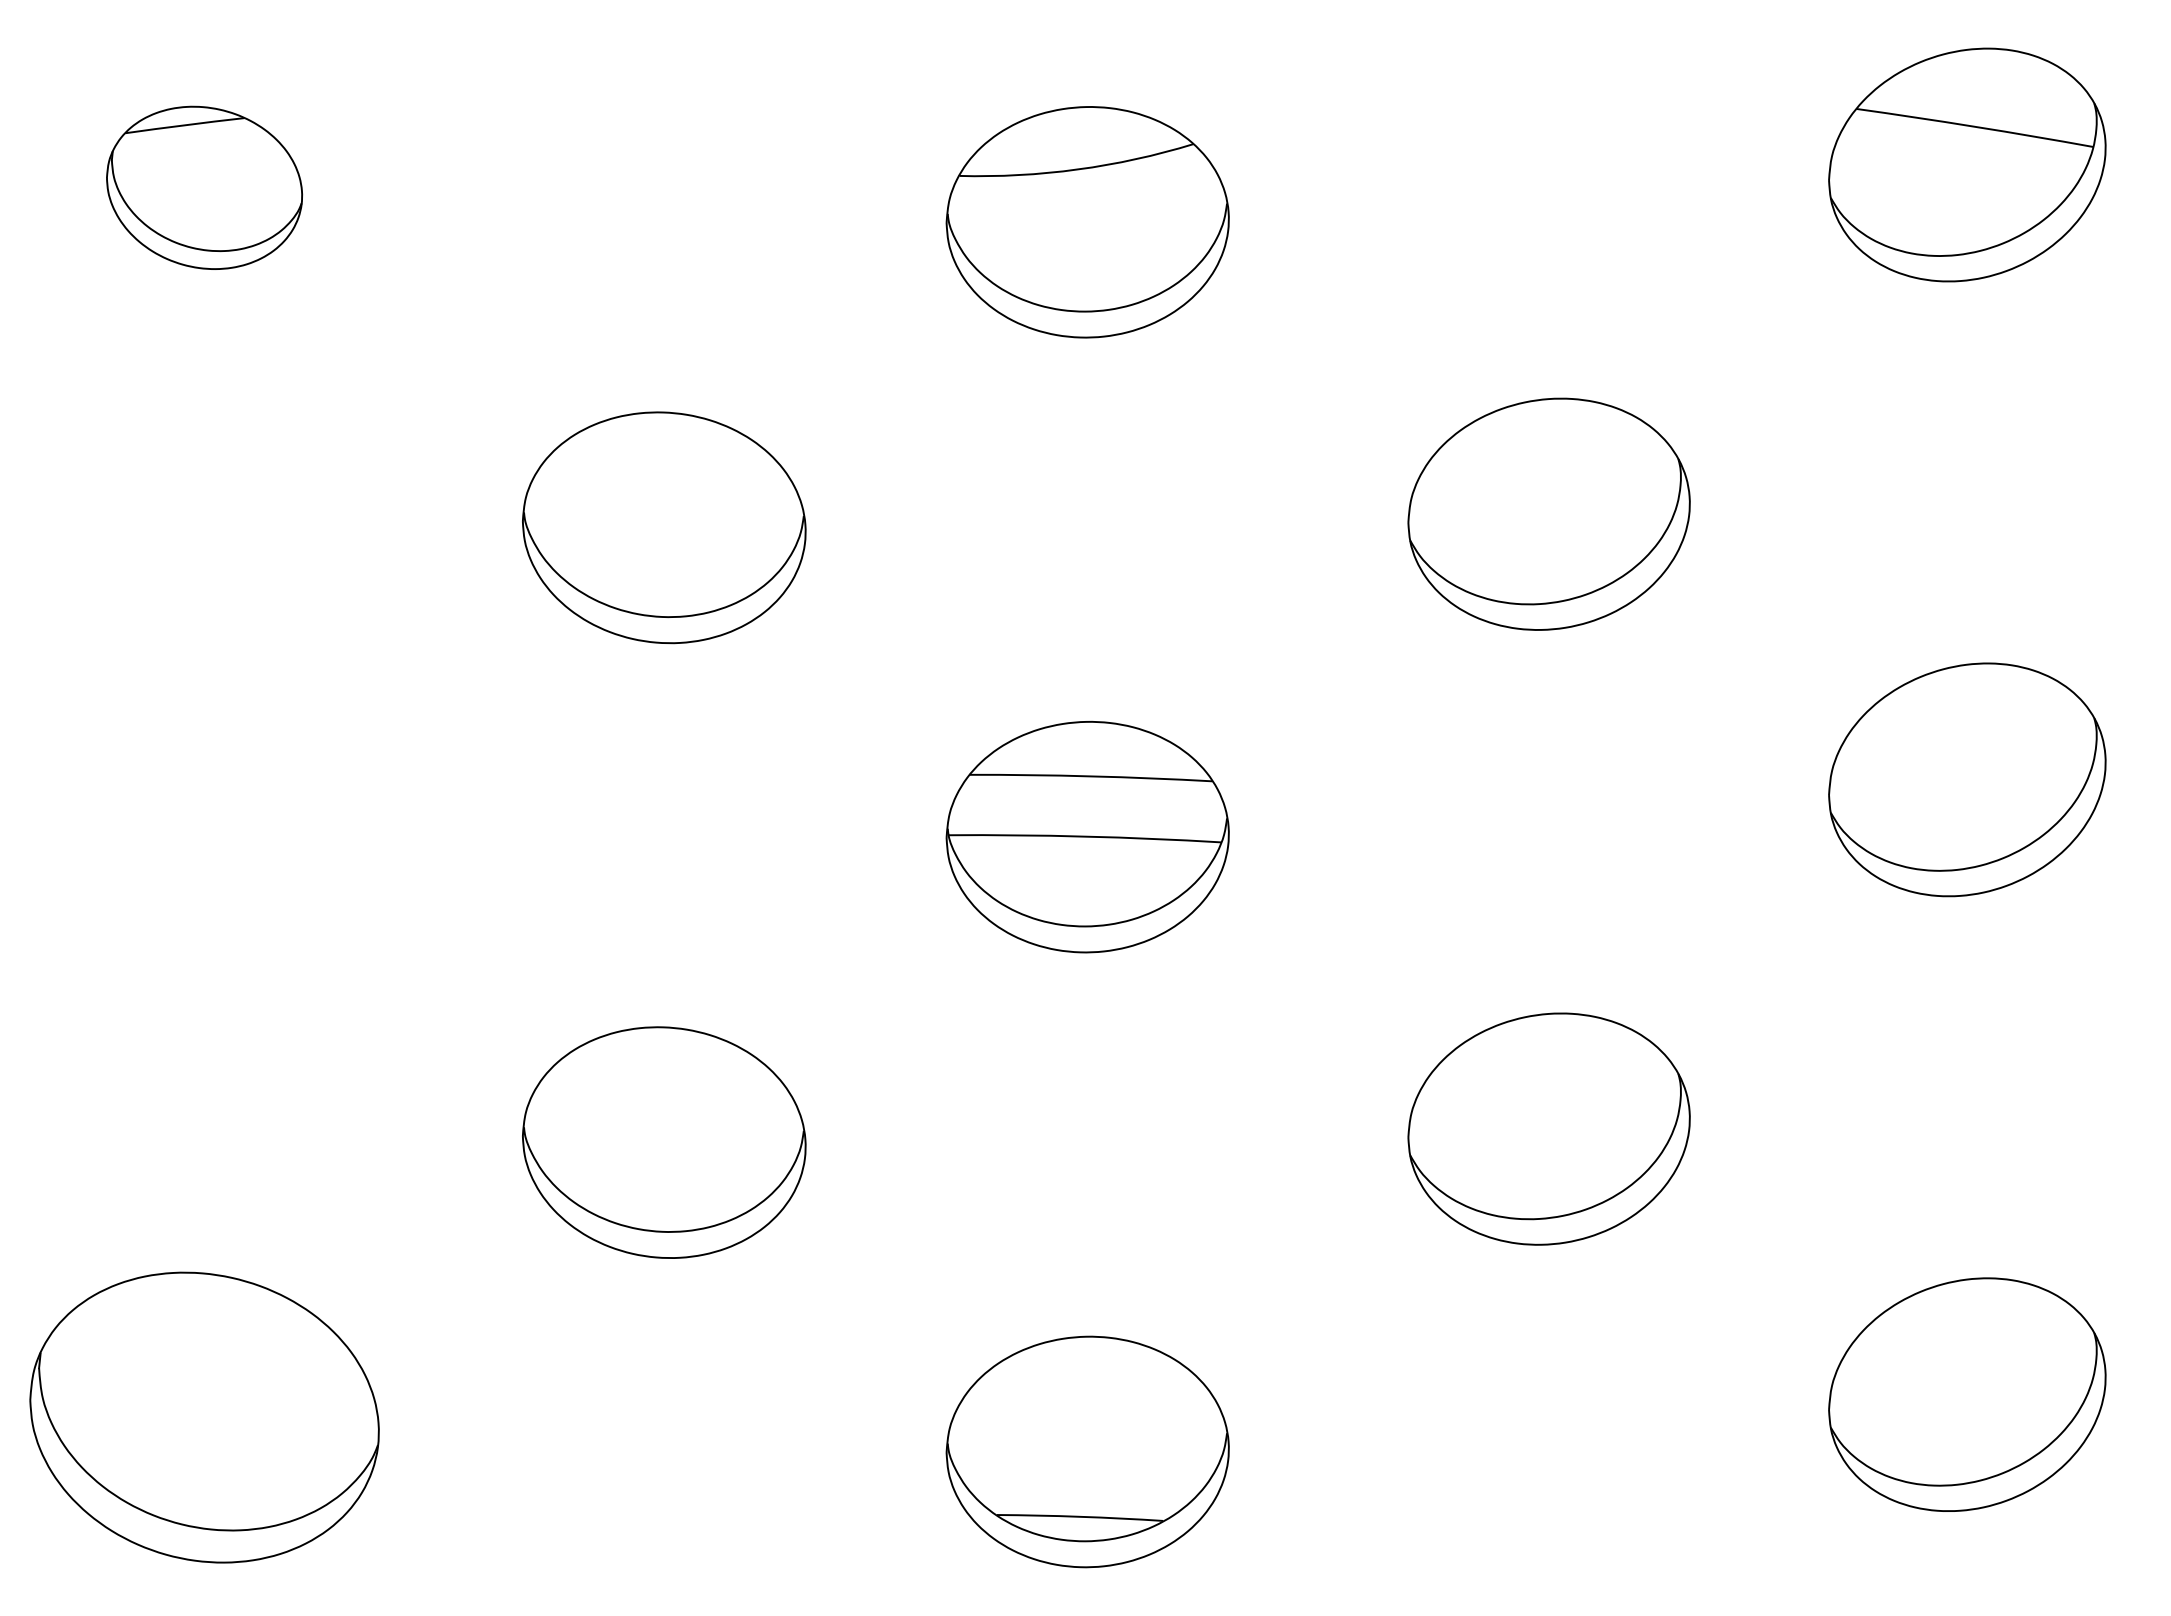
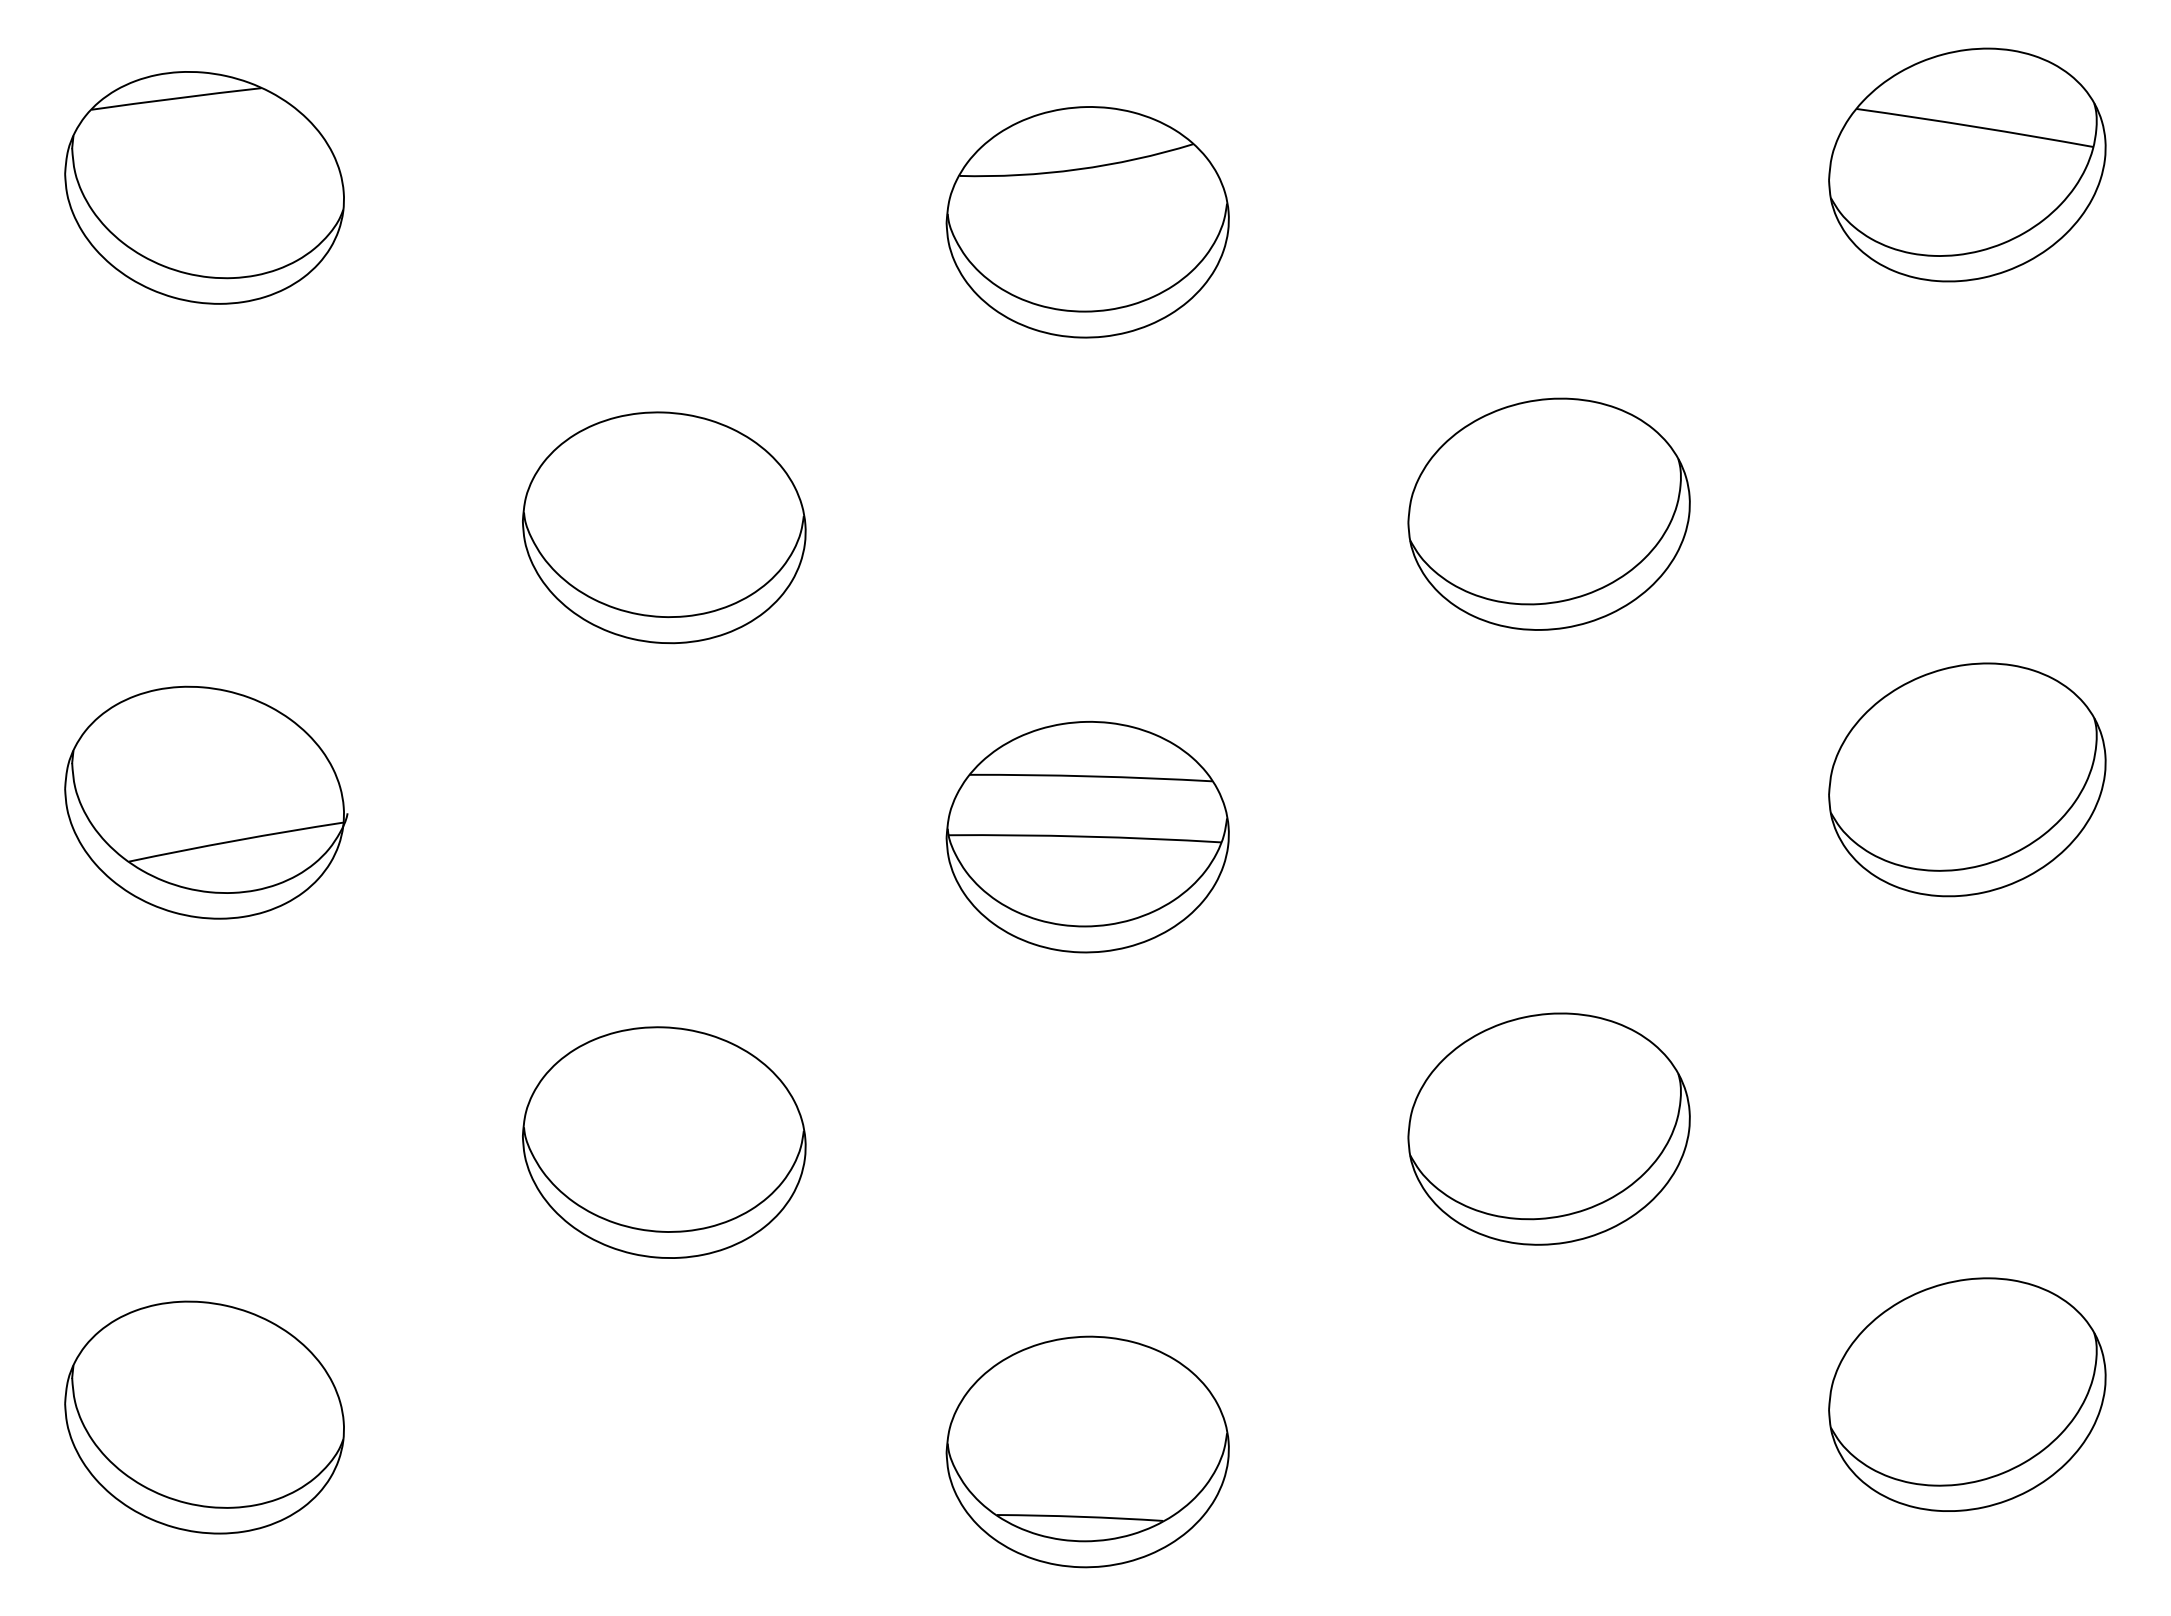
part at (204, 187) size: 197x165 px -> 281x234 px
part at (206, 802): none -> present
part at (204, 1417) size: 351x293 px -> 281x235 px
